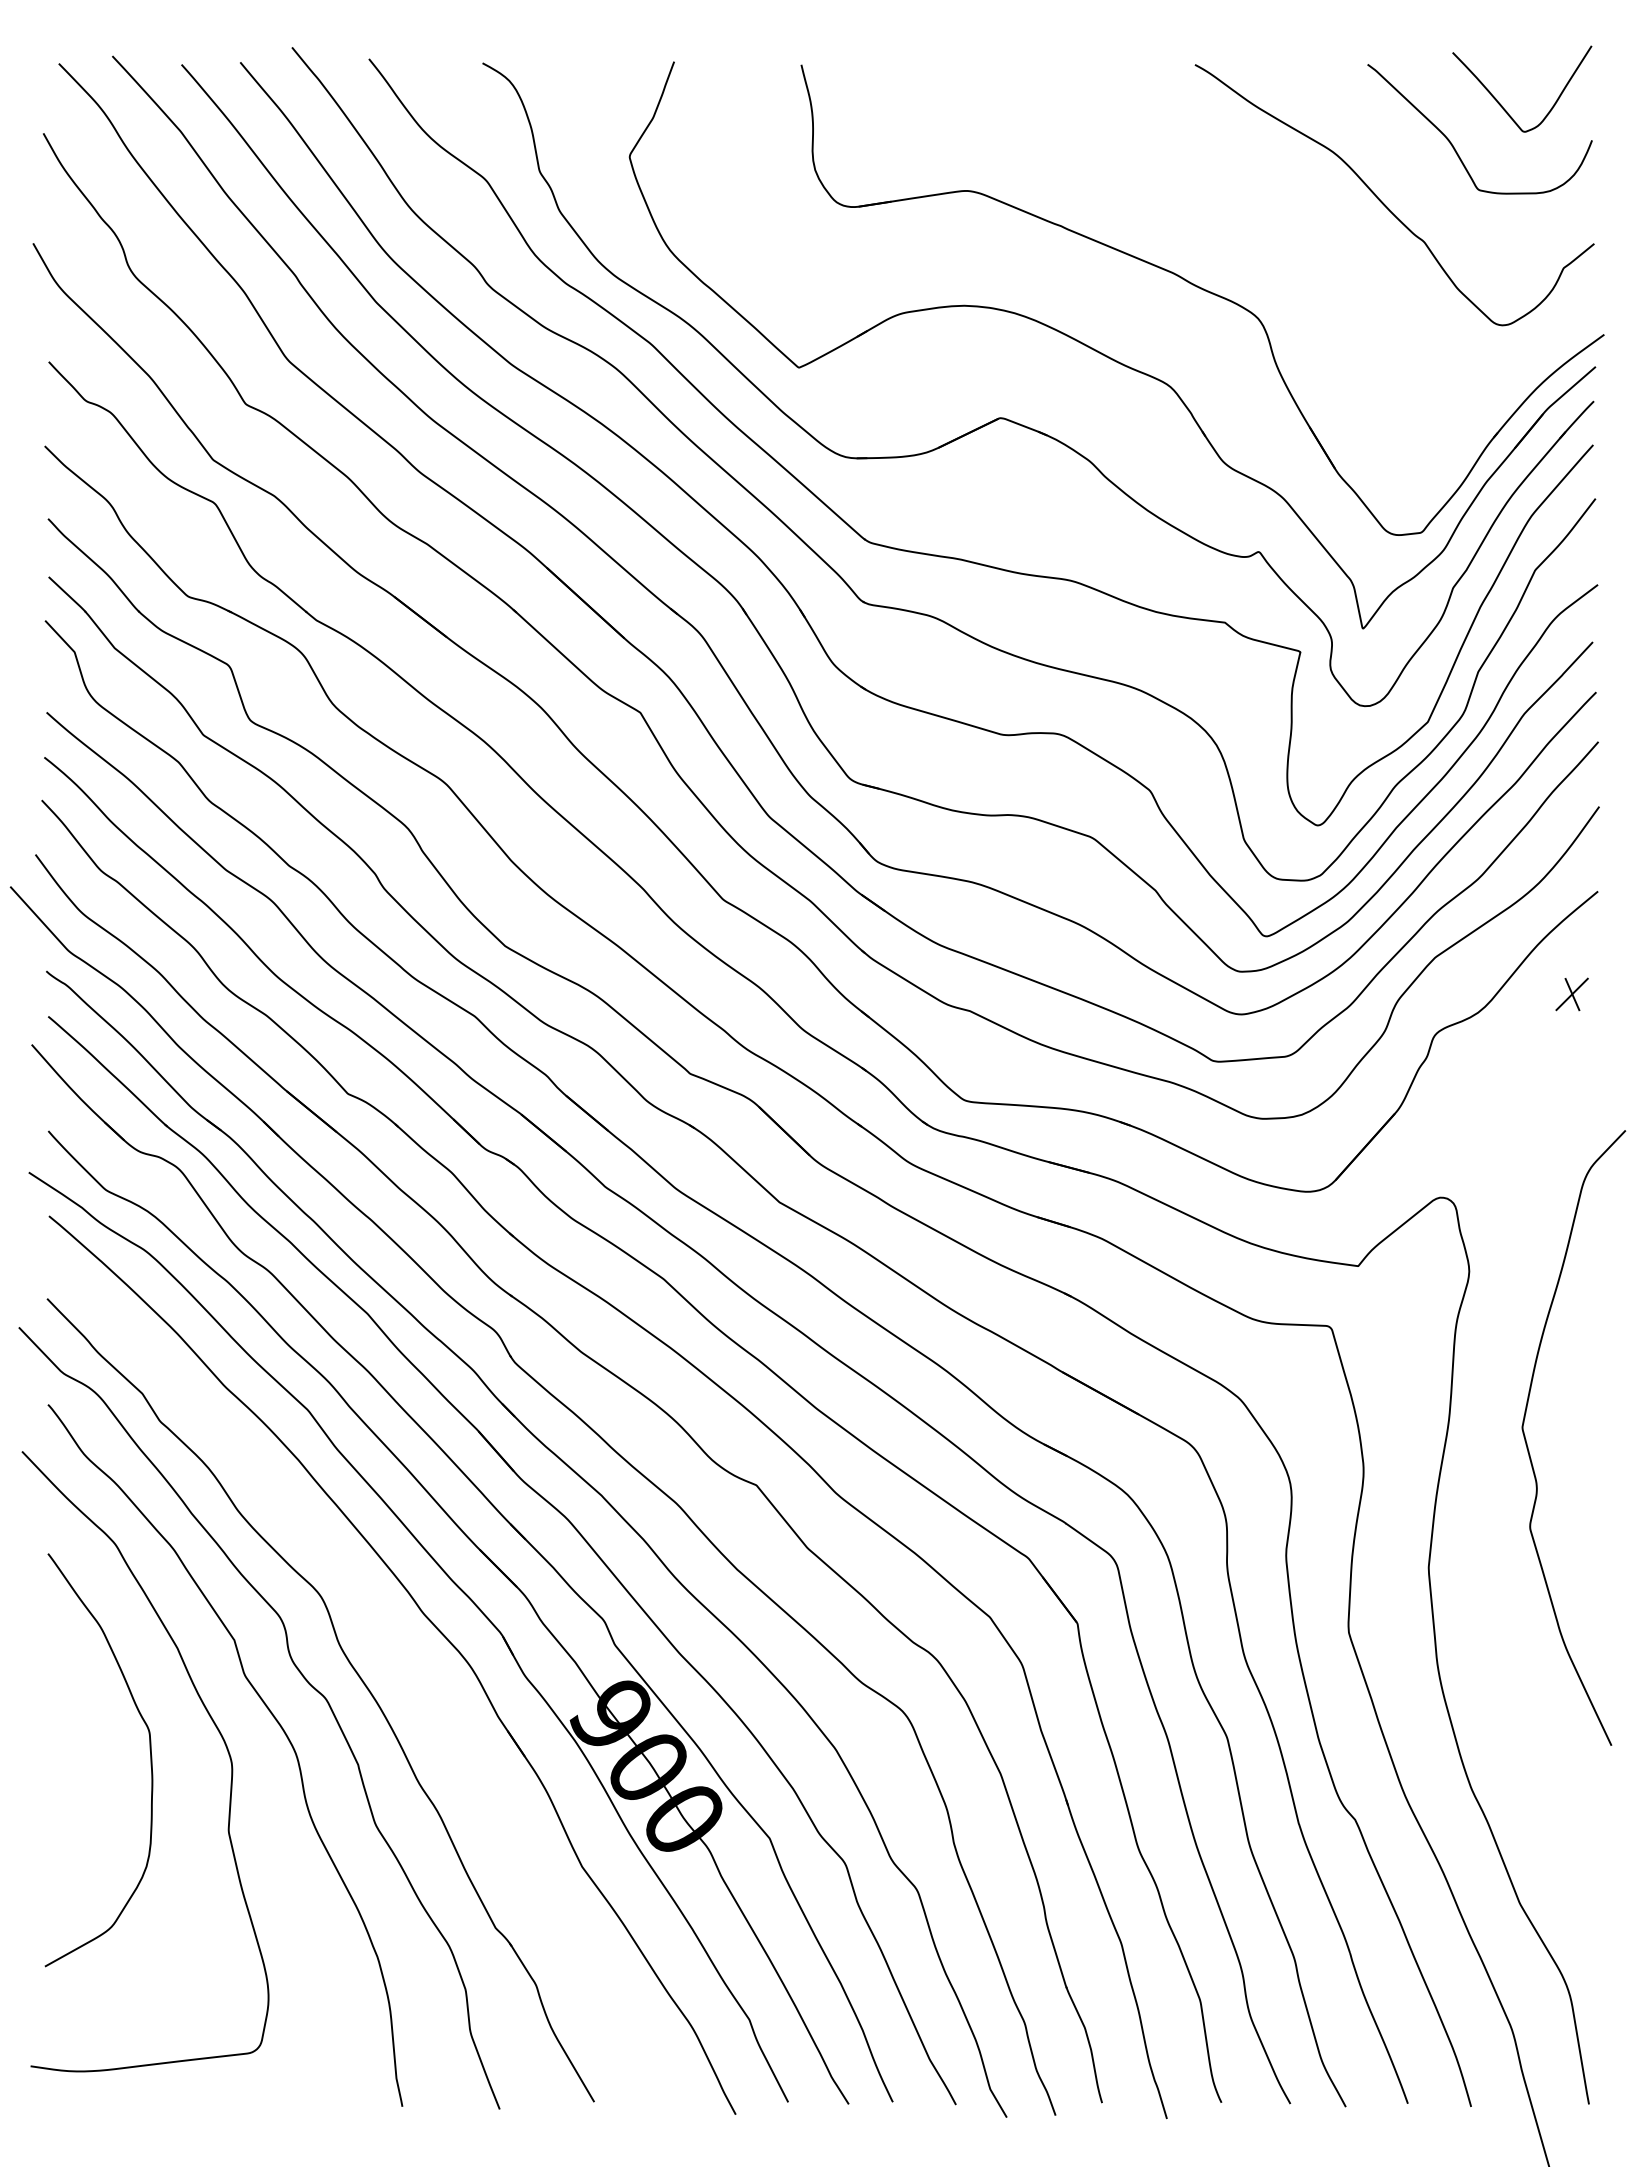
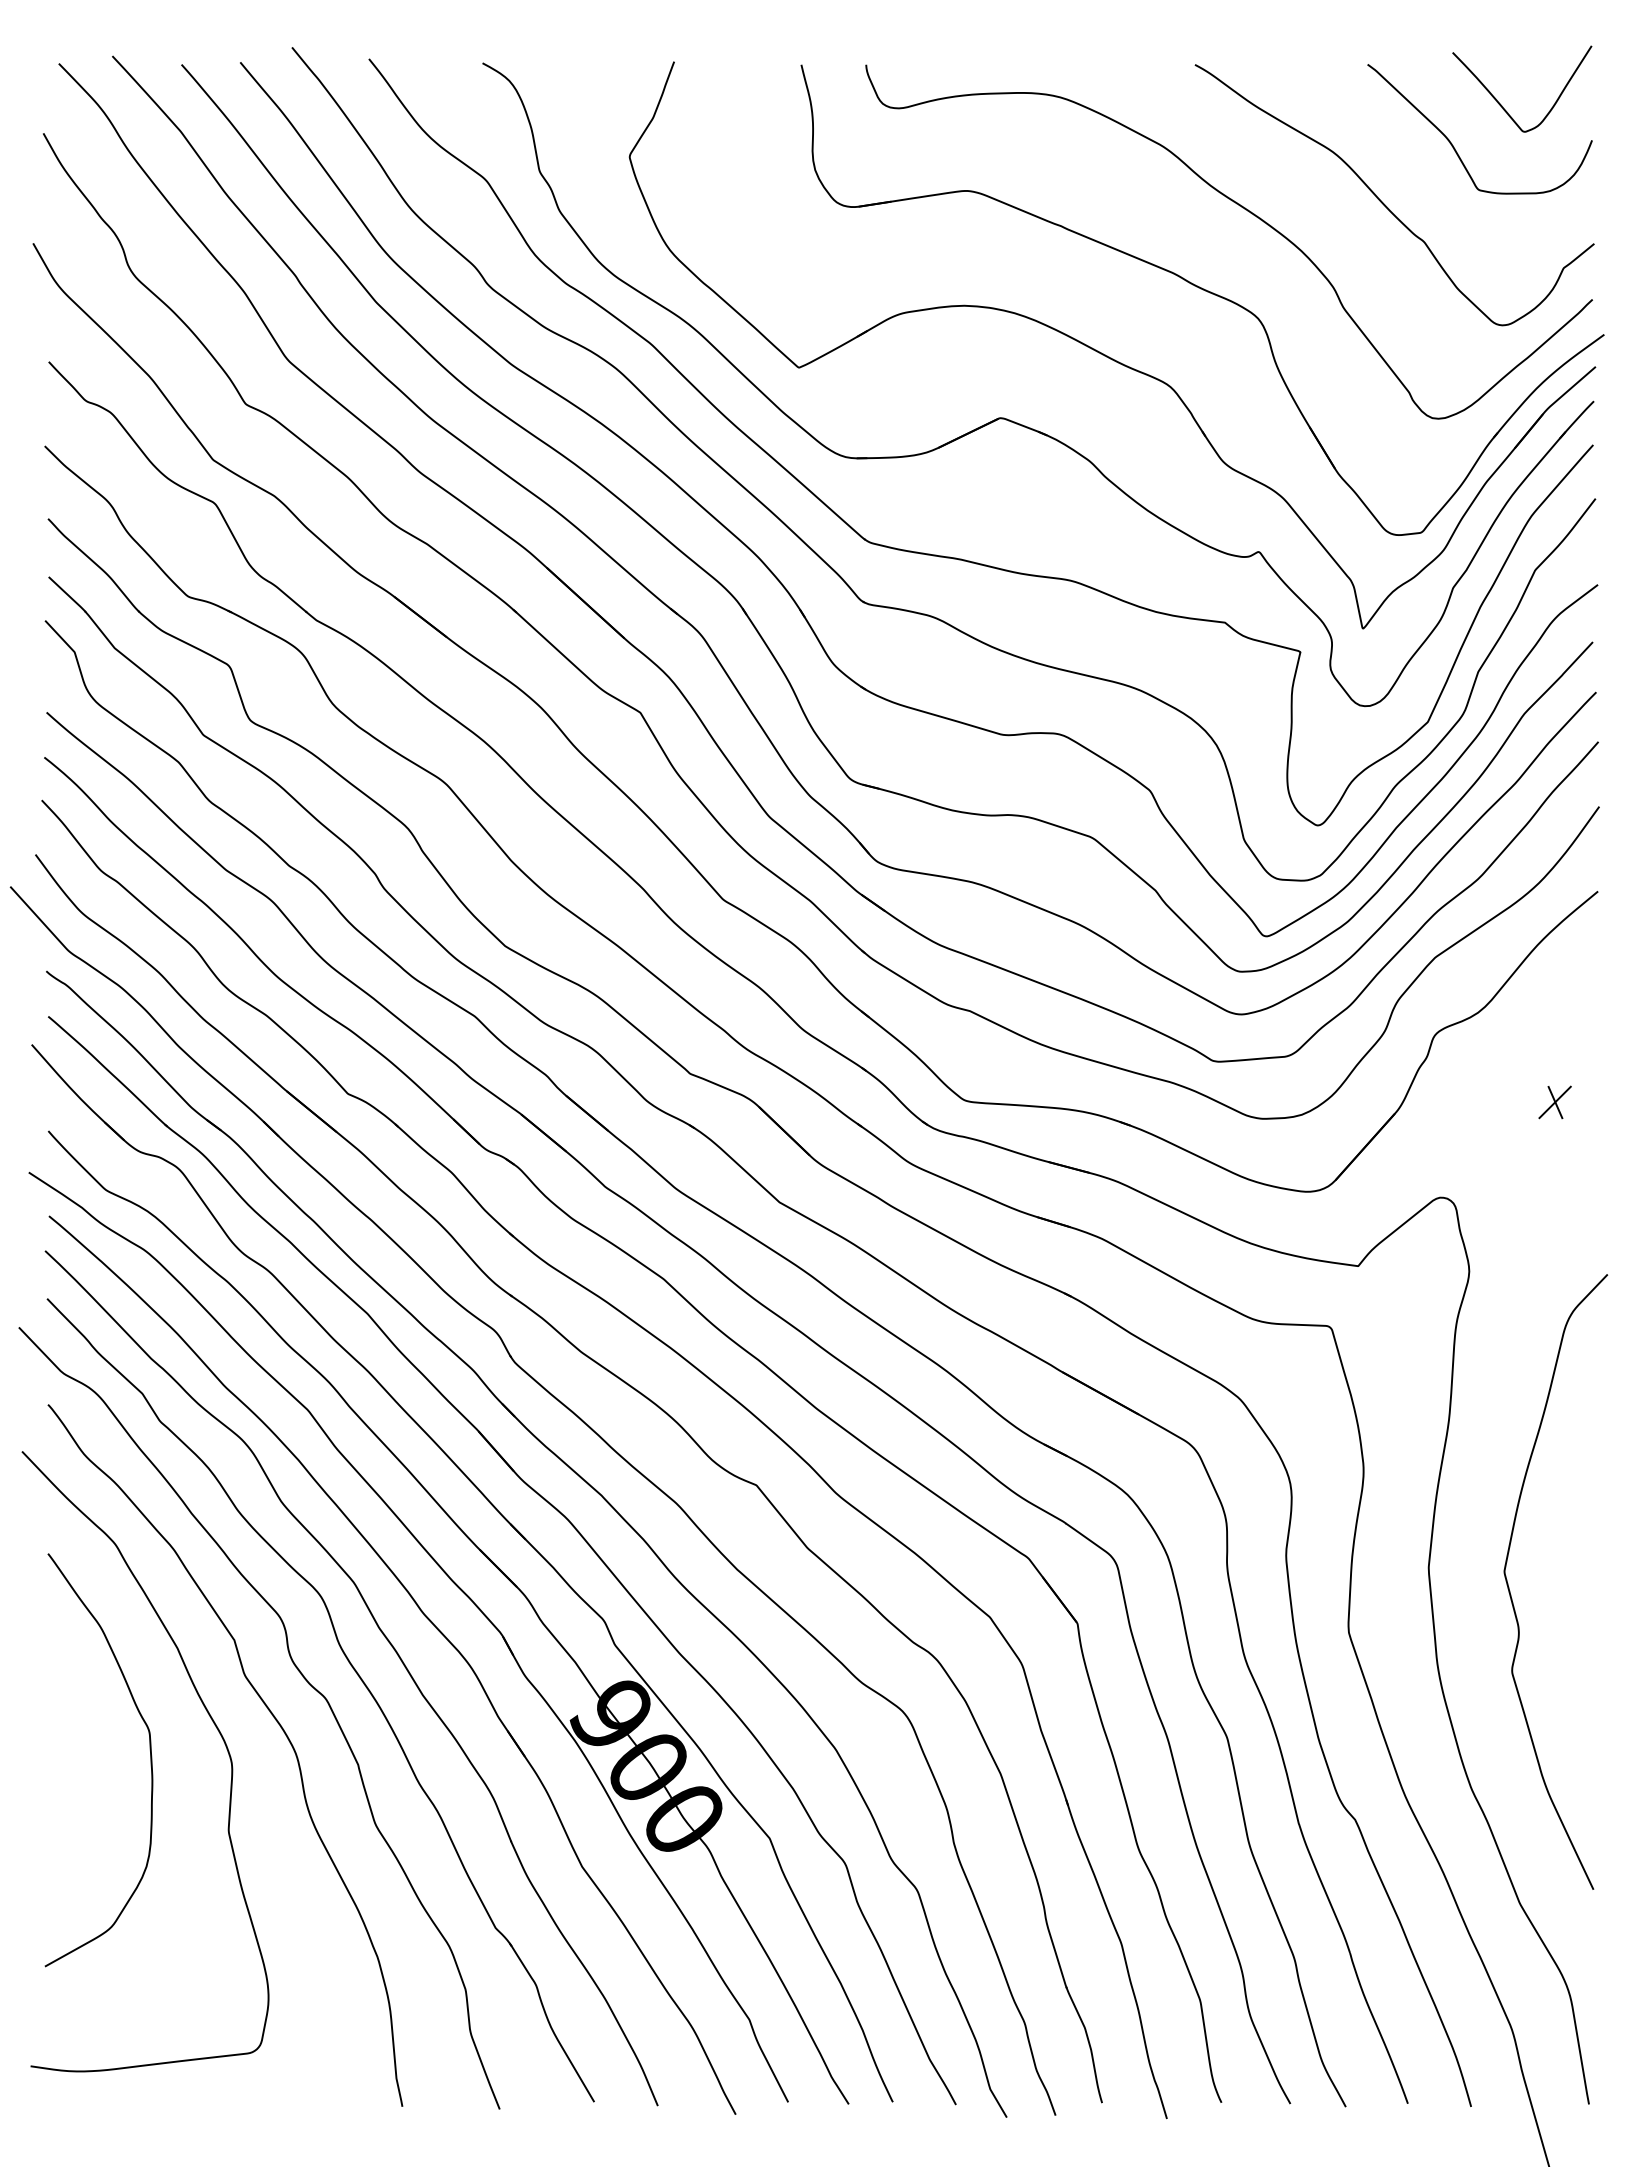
curve at (1247, 211): none -> present
part at (1571, 994) position: (1571, 994) -> (1554, 1102)
curve at (1529, 1450) position: (1529, 1450) -> (1511, 1594)
part at (394, 1651): none -> present
